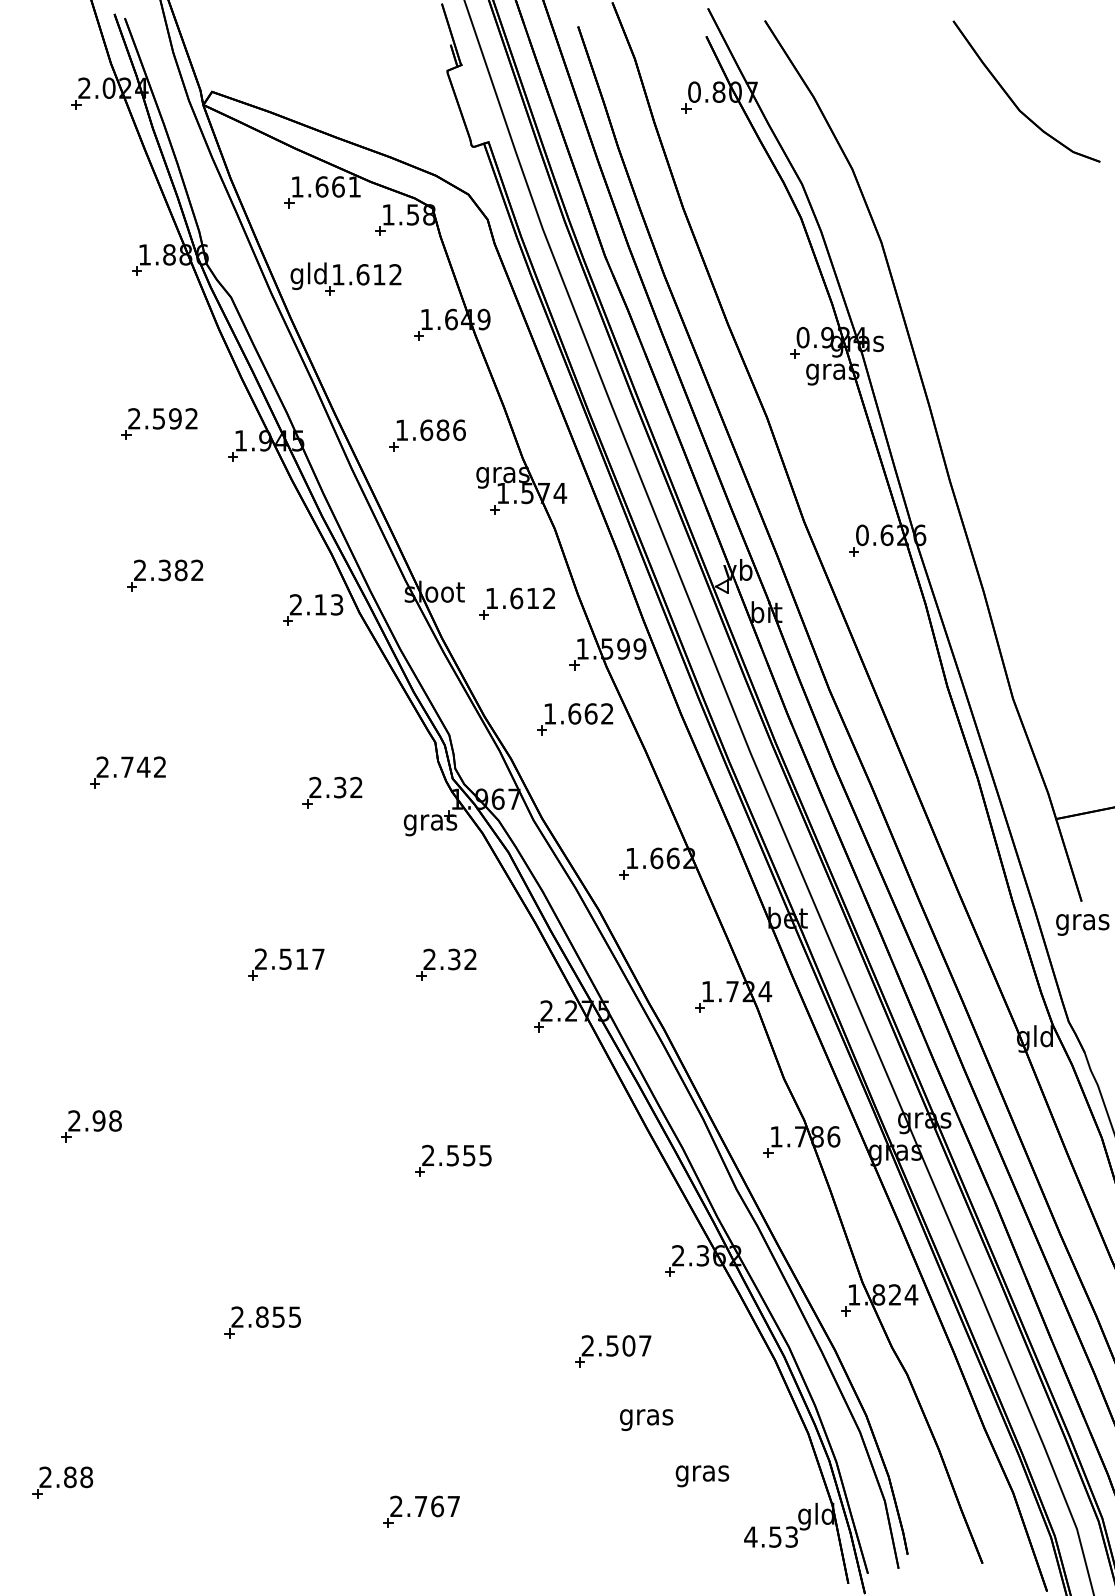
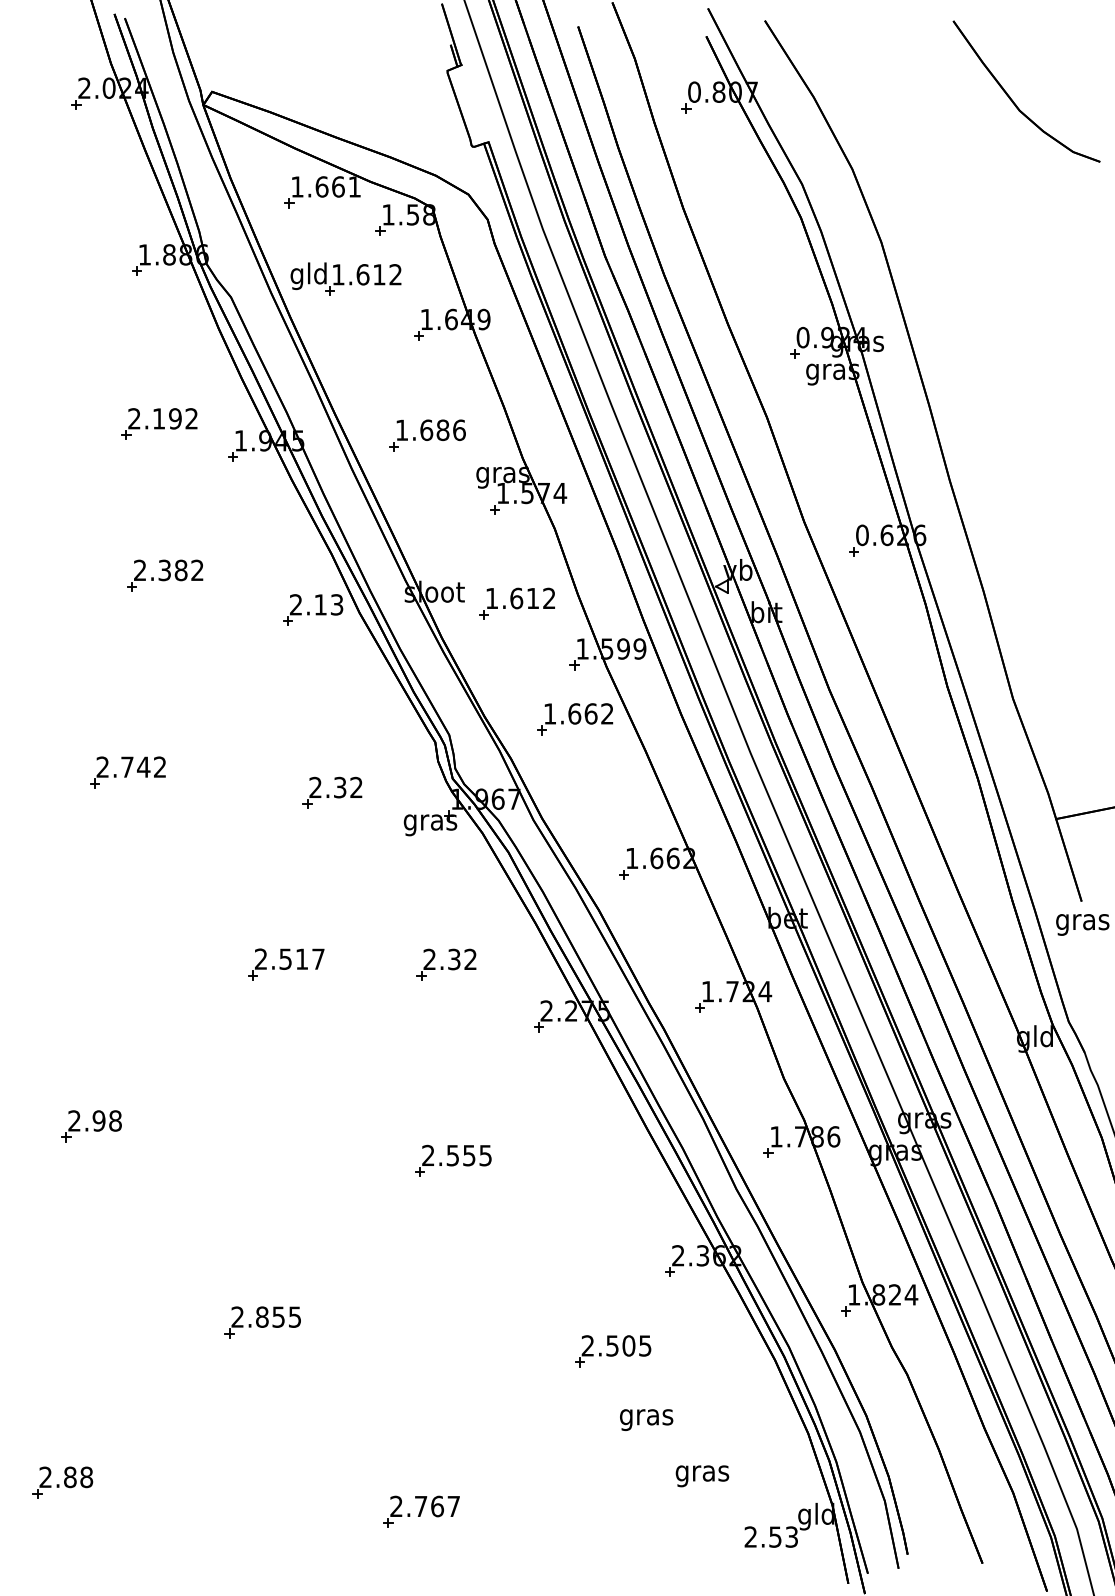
text at (158, 418): 2.592 -> 2.192
text at (645, 1345): 2.507 -> 2.505
text at (750, 1536): 4.53 -> 2.53
